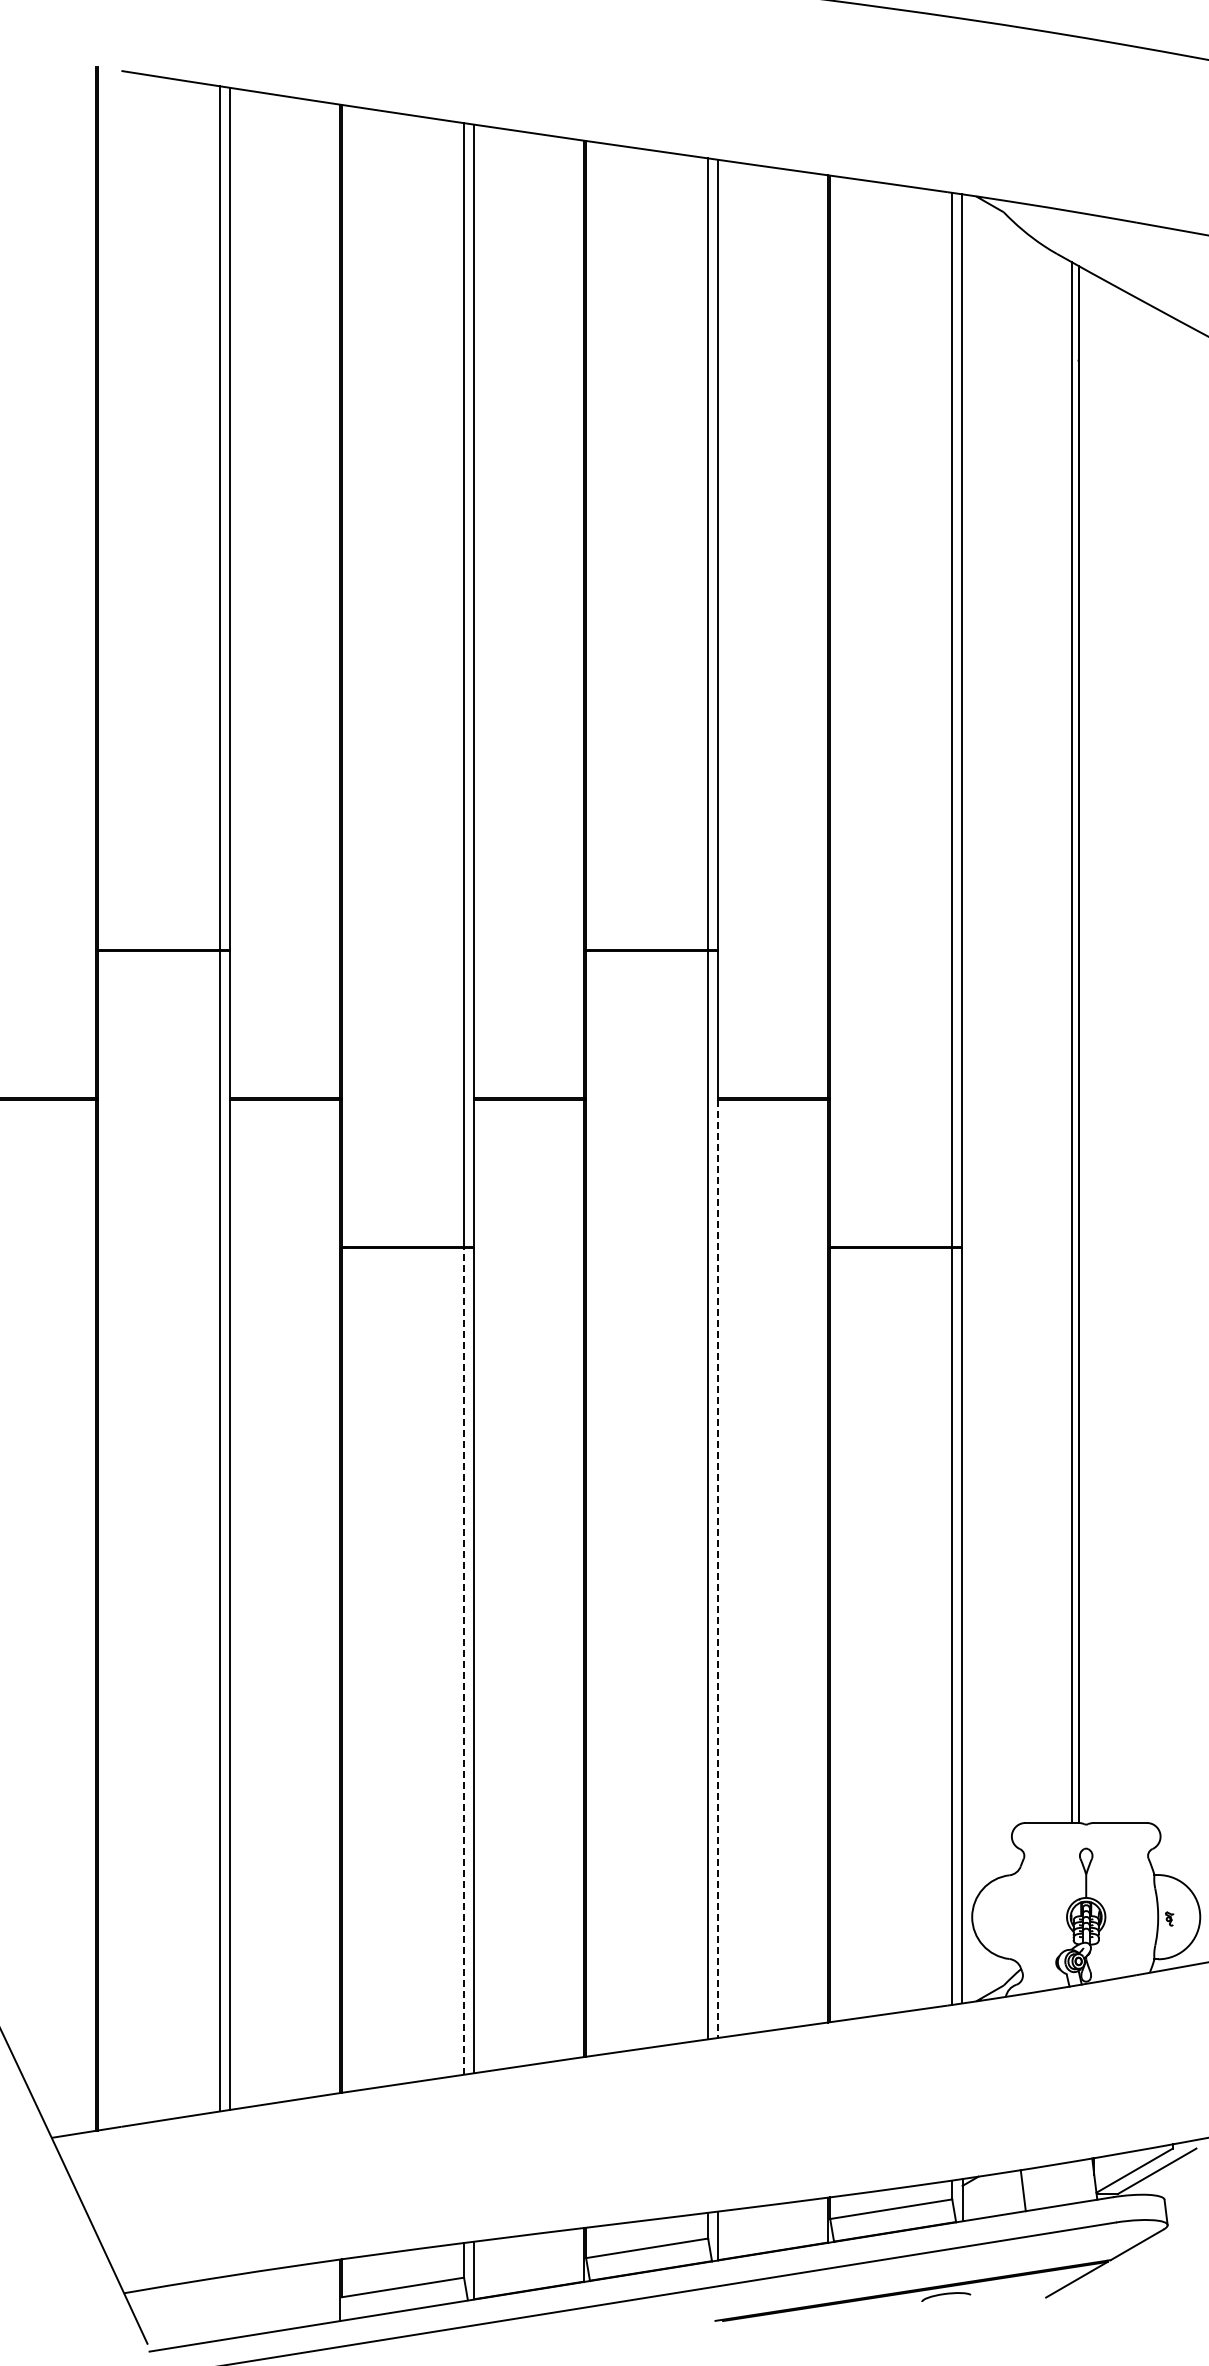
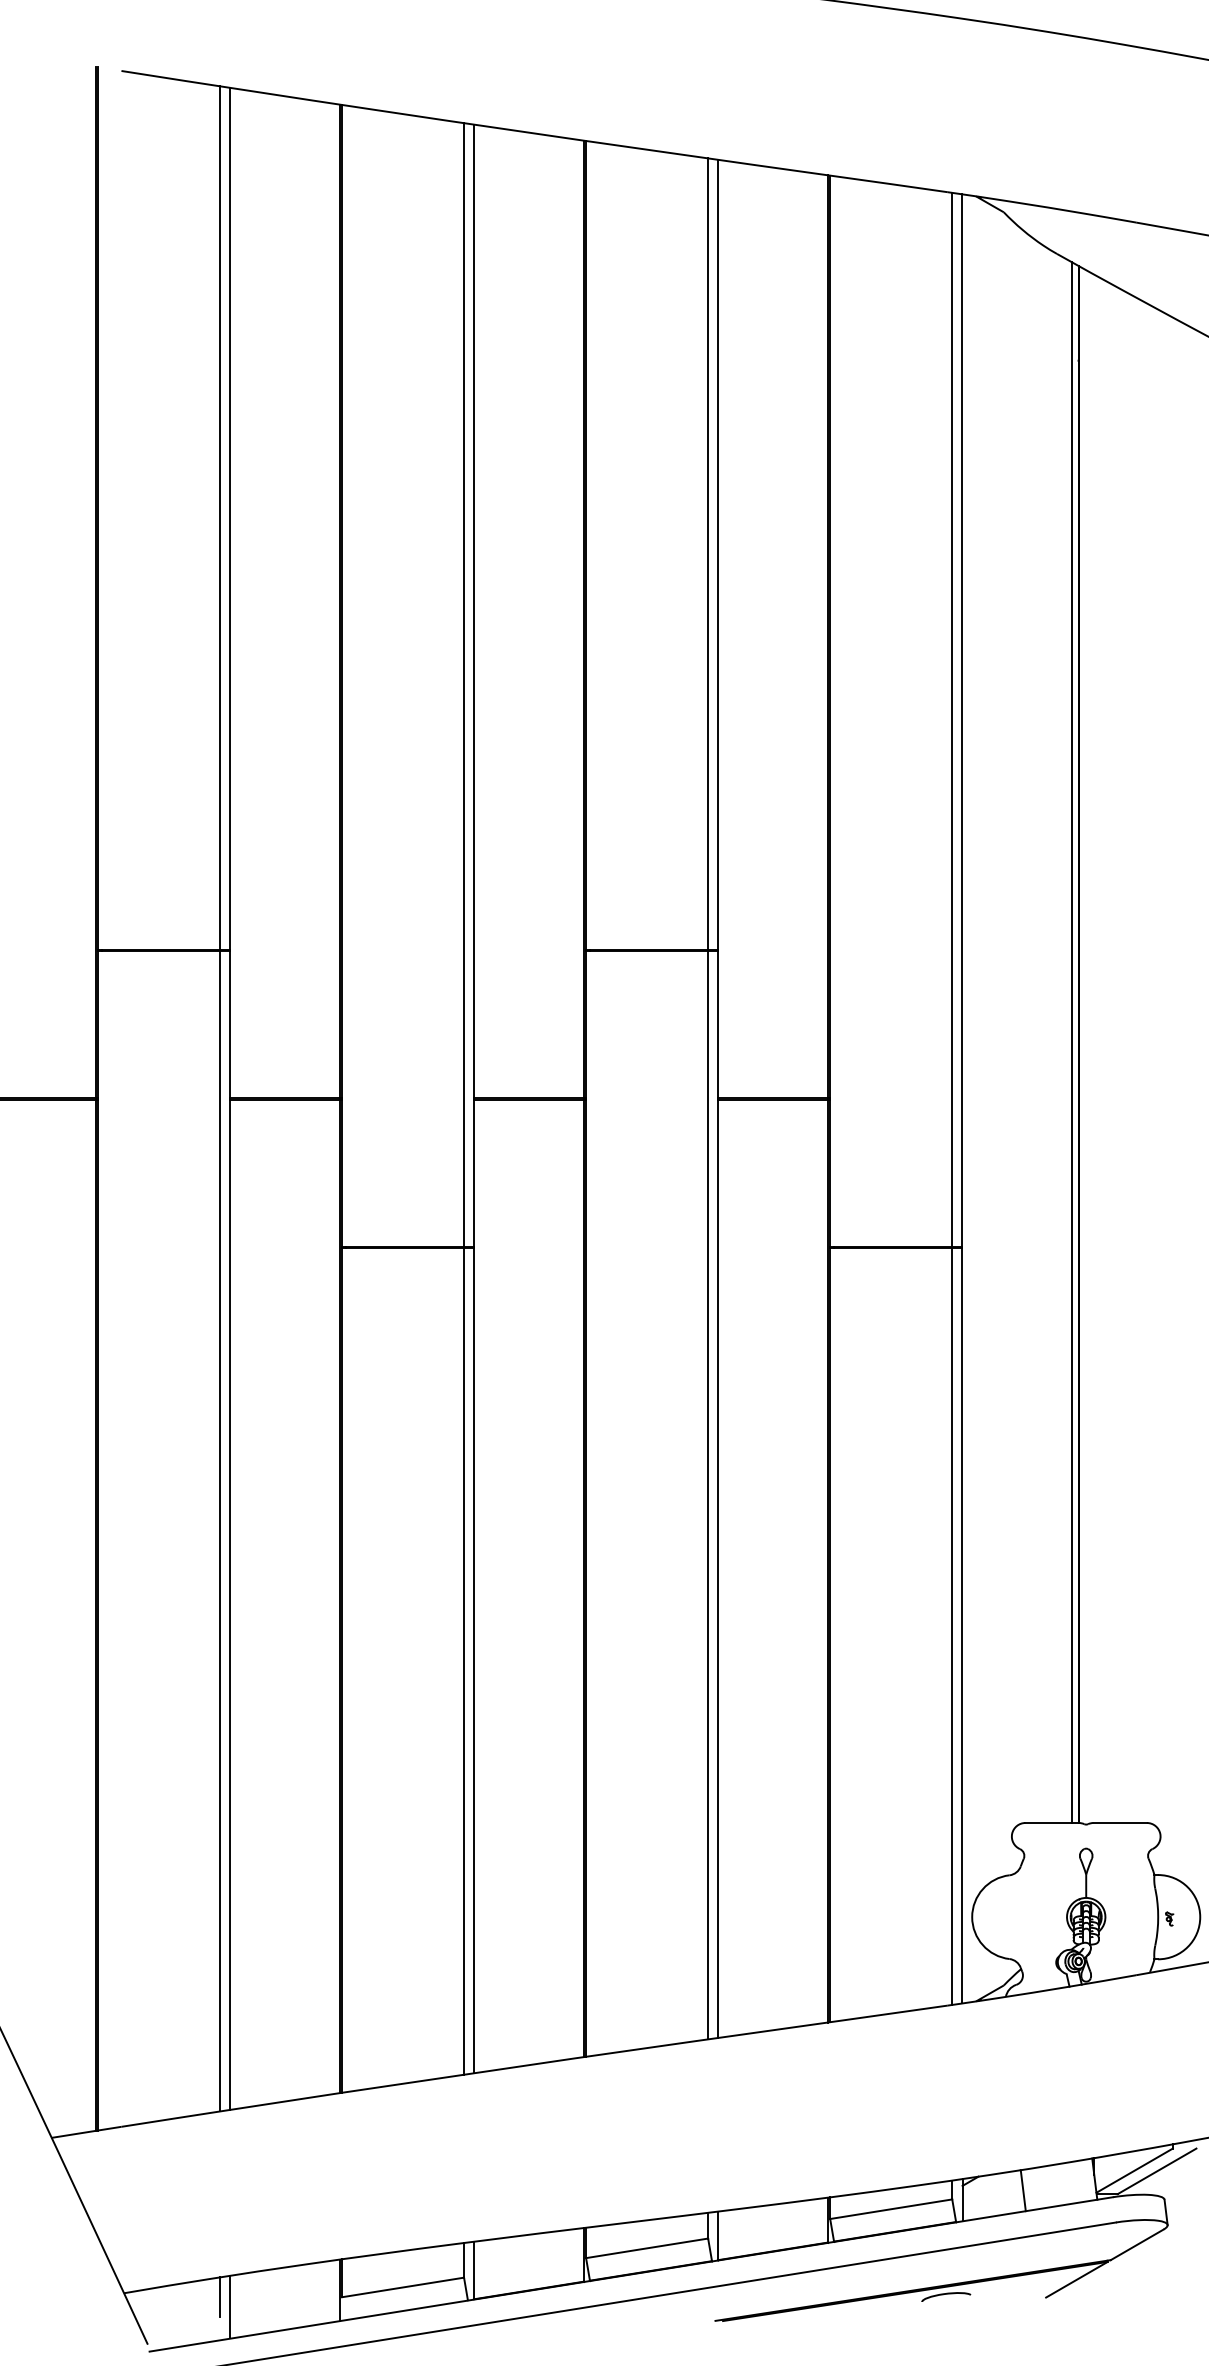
line at (718, 1569): dashed -> solid
line at (464, 1660): dashed -> solid
line at (219, 2296): none -> present
line at (229, 2306): none -> present
